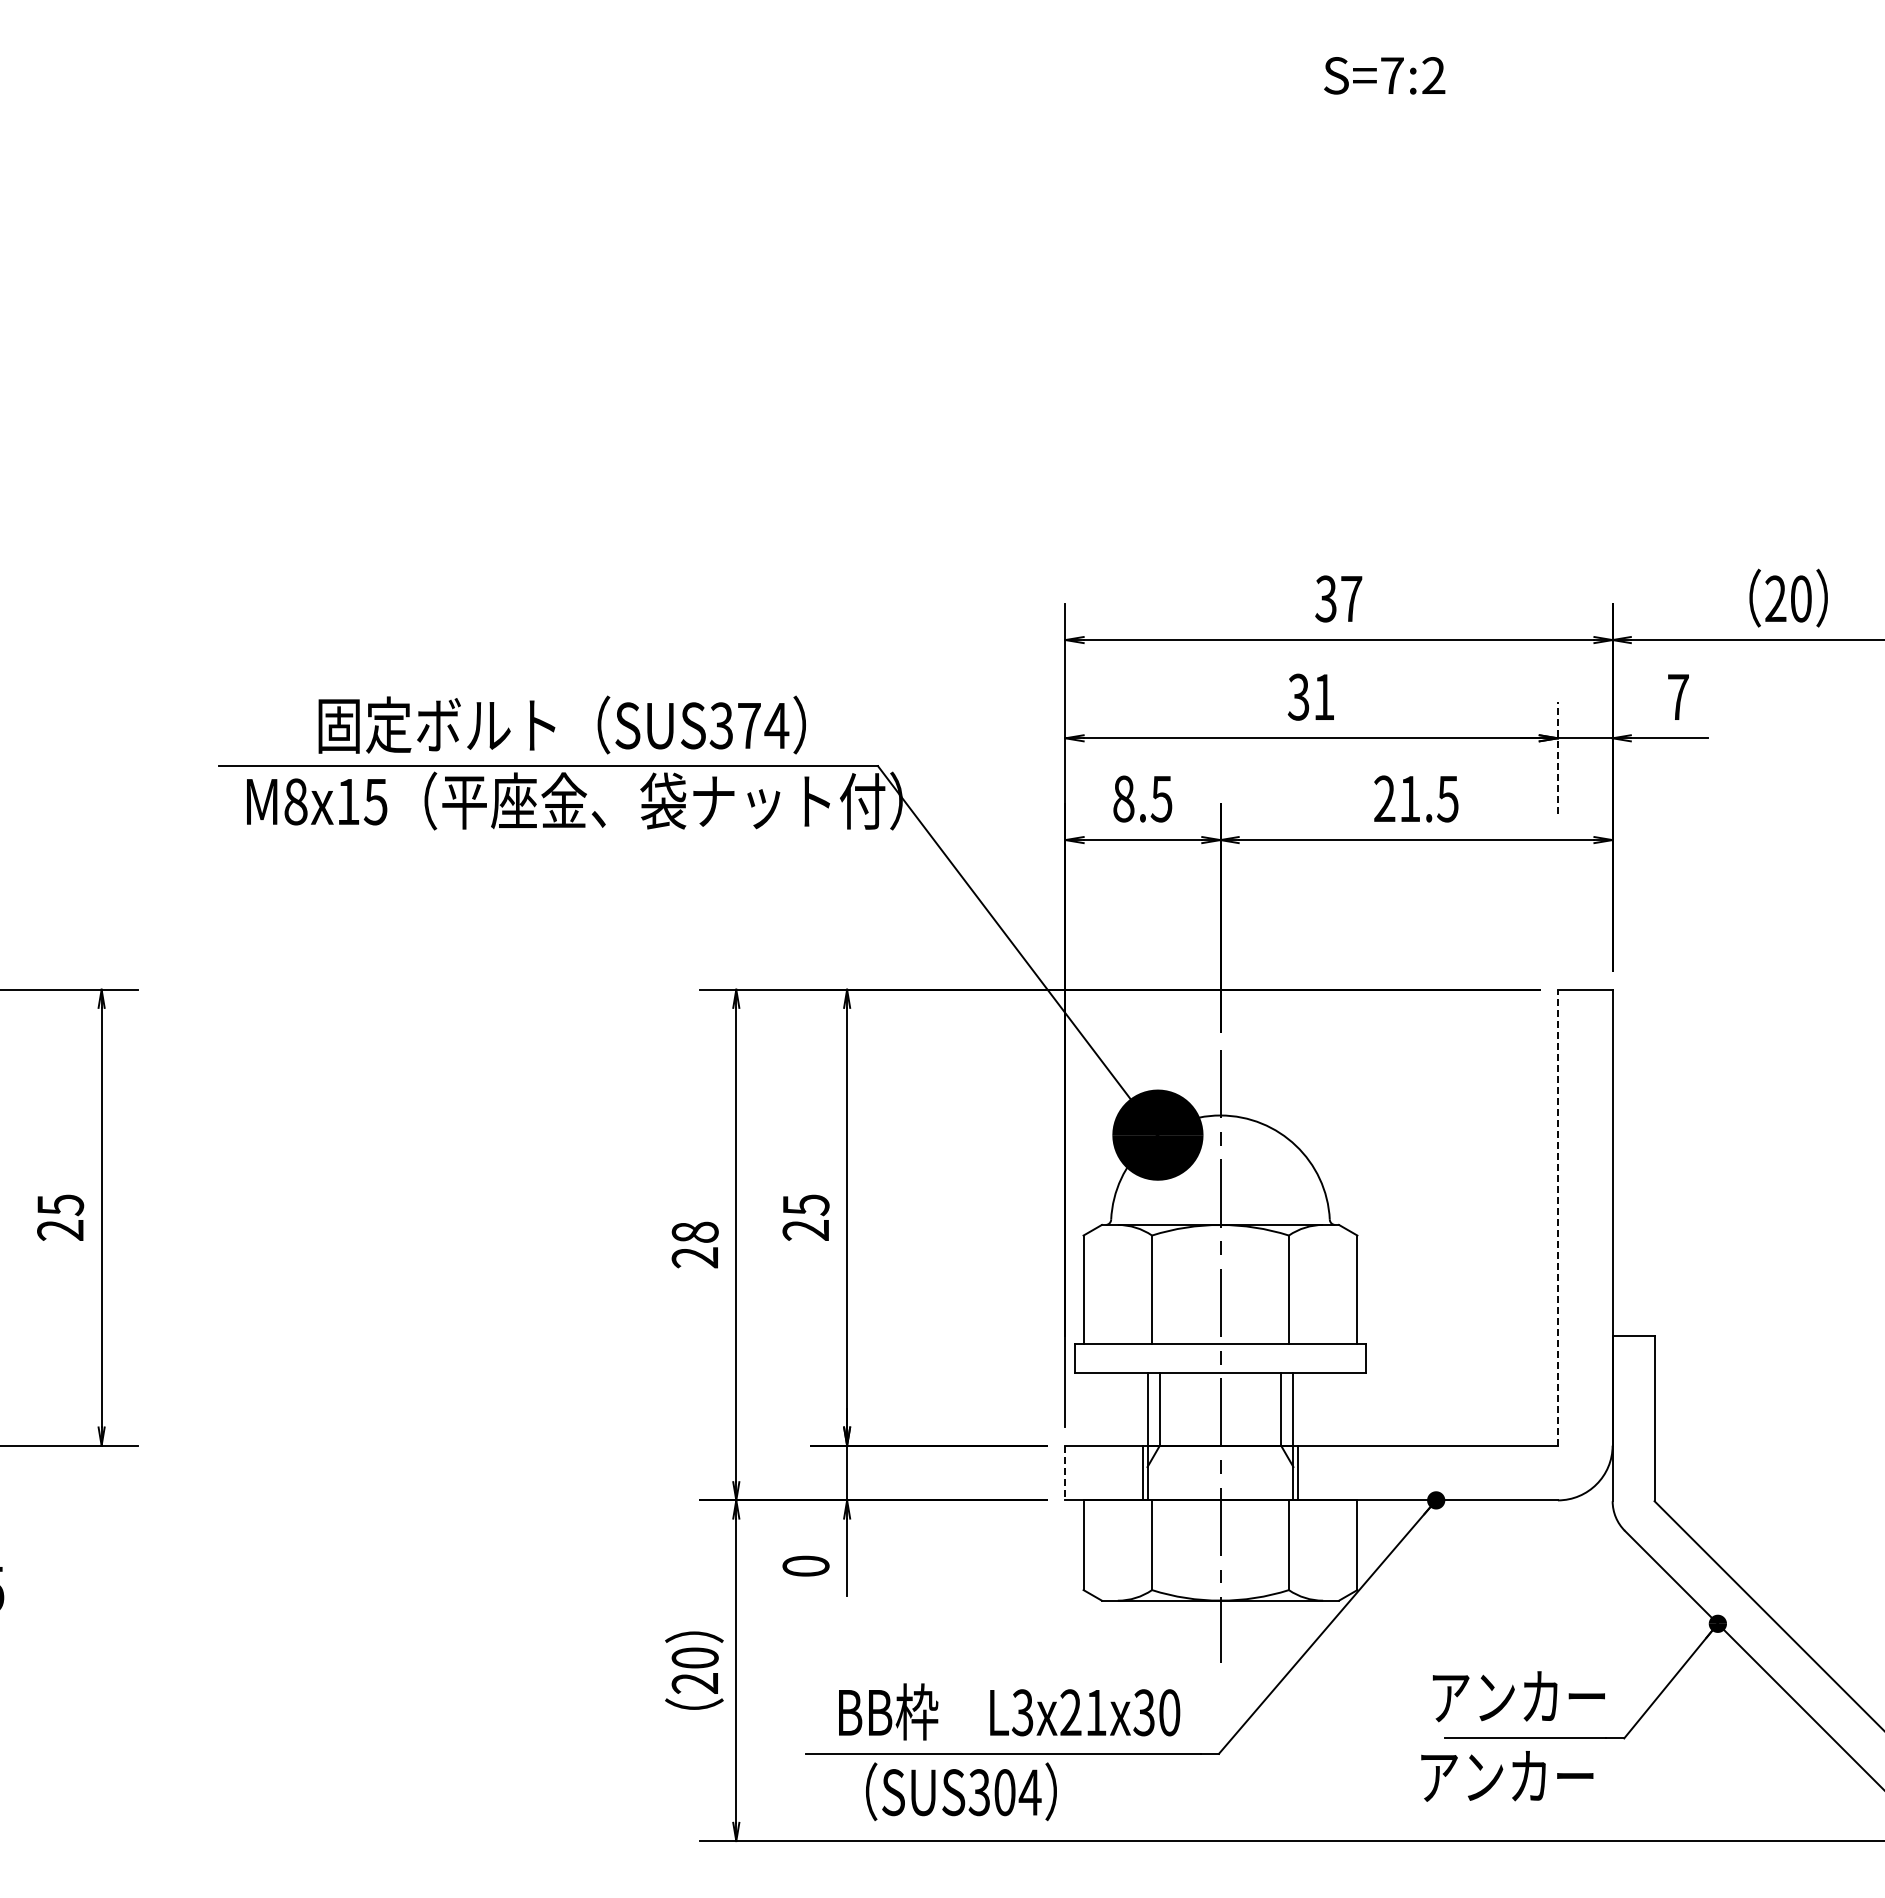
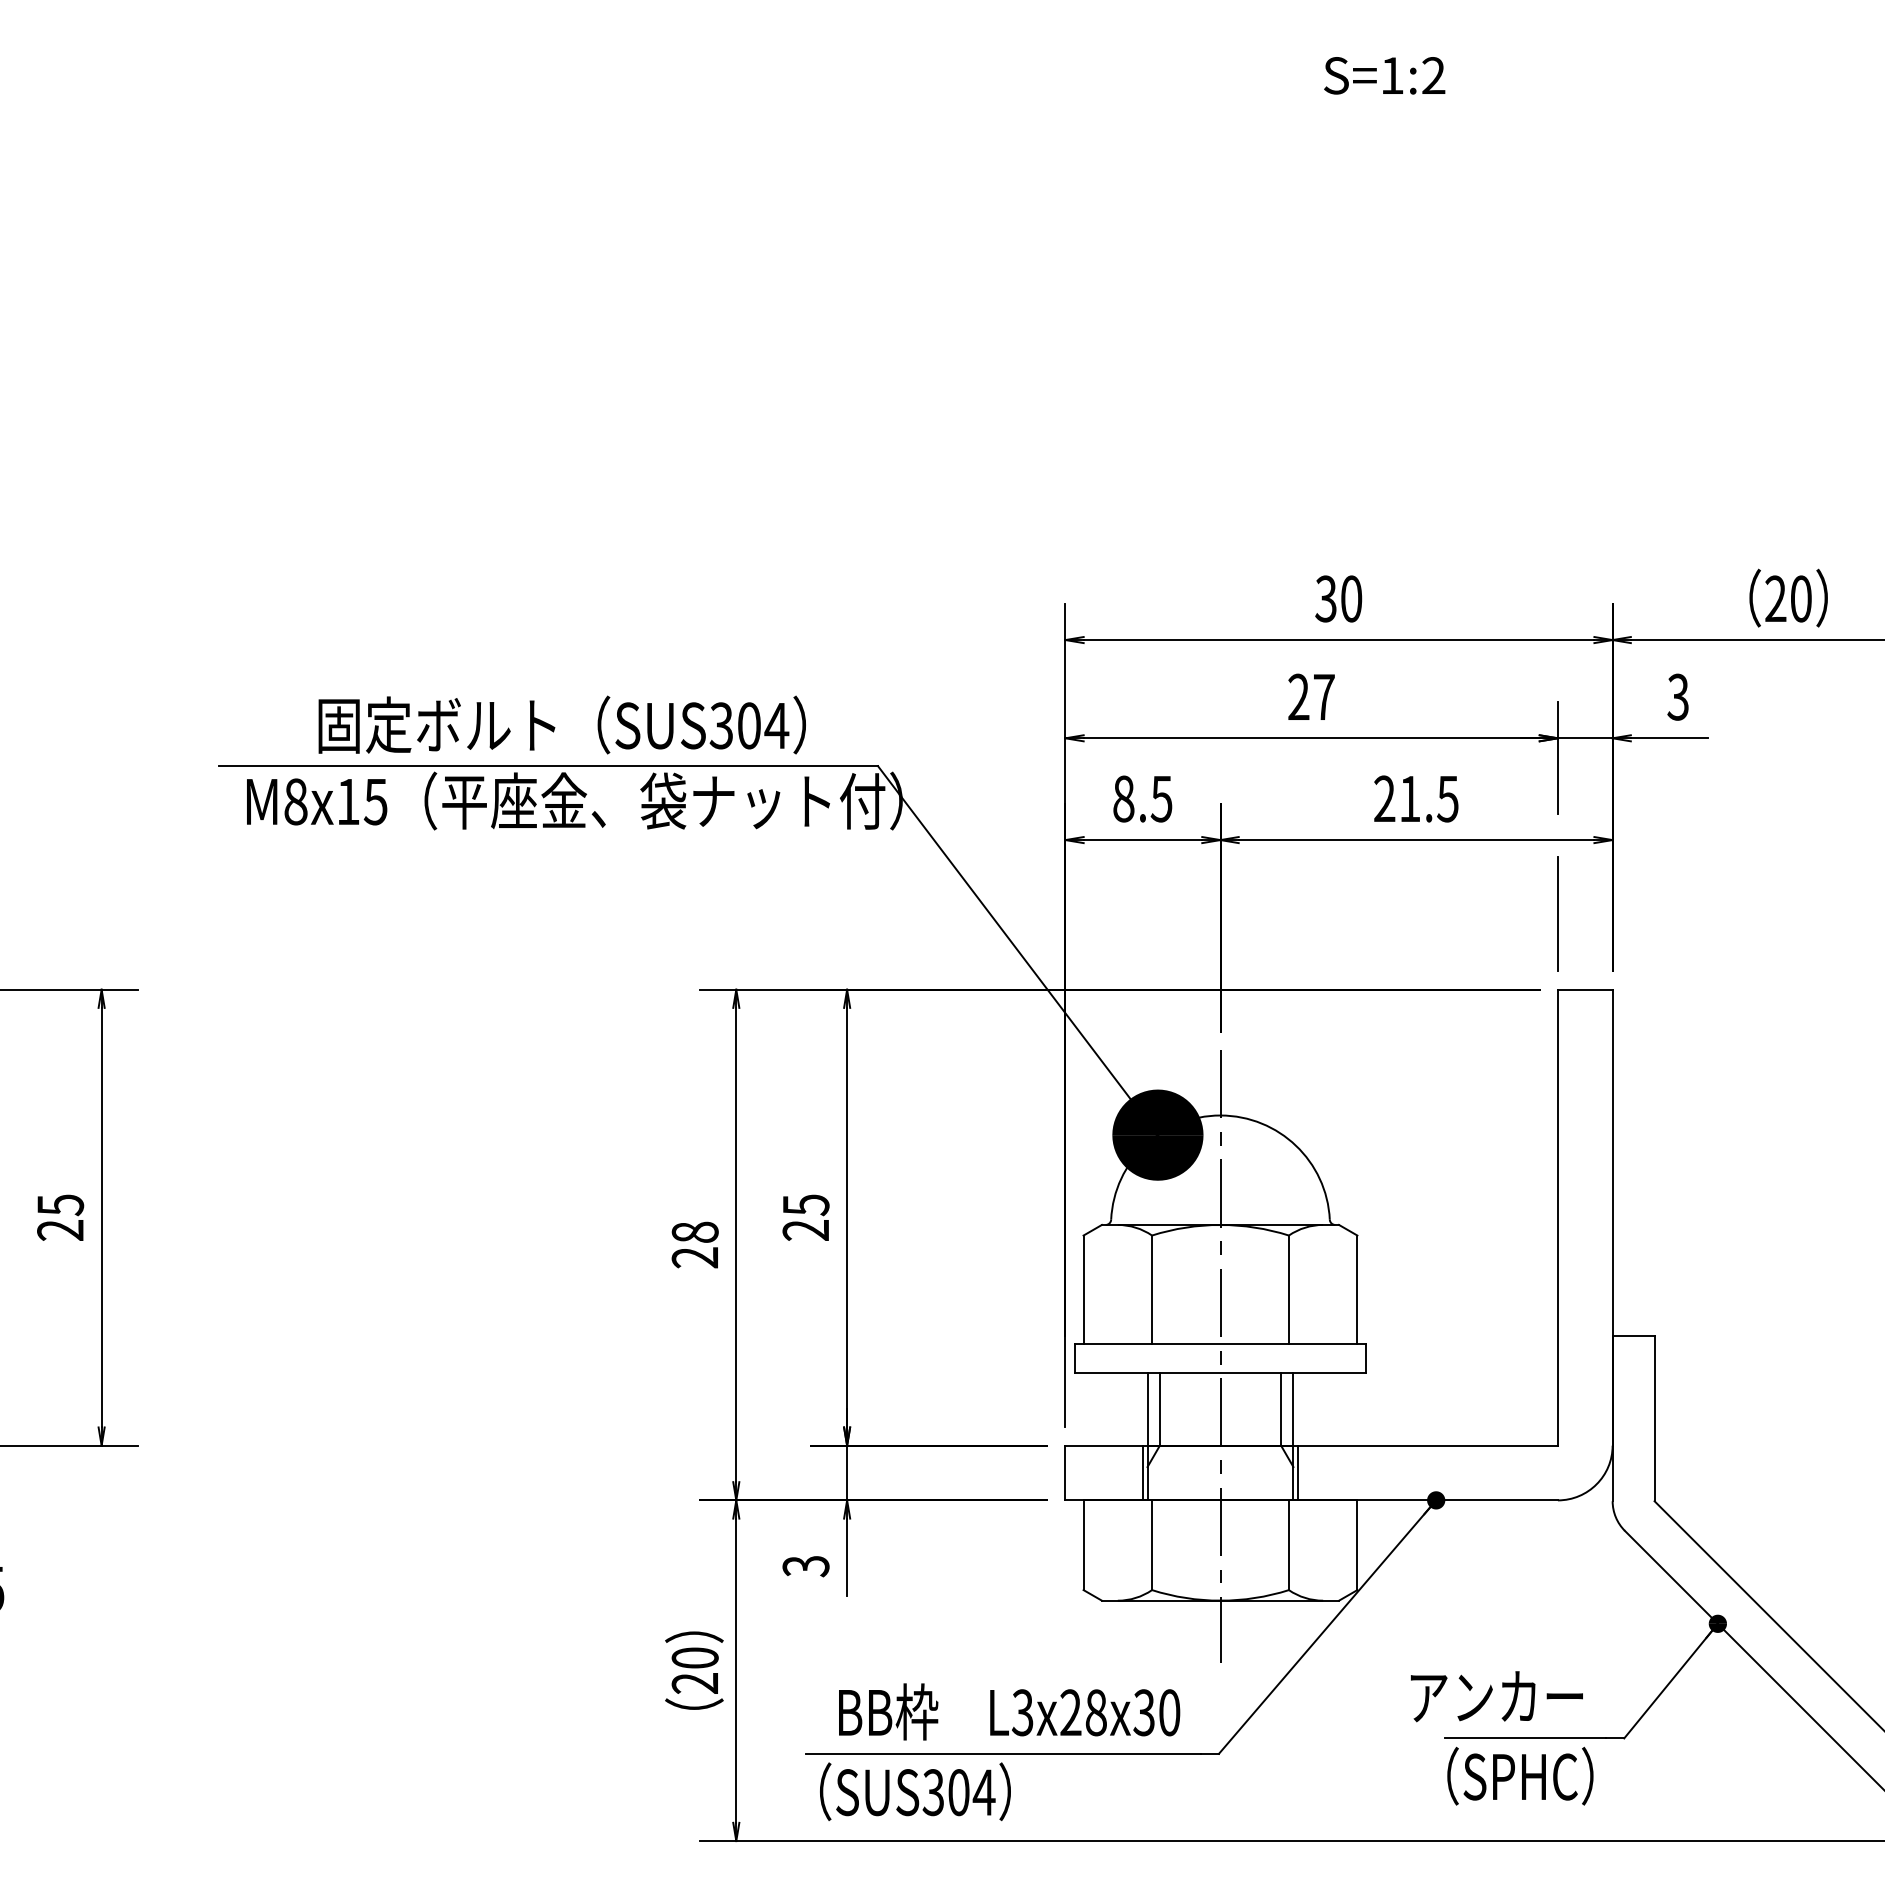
text at (1392, 75): S=7:2 -> S=1:2
text at (1351, 598): 37 -> 30
text at (1677, 696): 7 -> 3
text at (1310, 697): 31 -> 27
text at (749, 725): SUS374 -> SUS304
line at (1557, 757): dashed -> solid
line at (1557, 913): none -> present
line at (1557, 1217): dashed -> solid
line at (1065, 1473): dashed -> solid
text at (805, 1566): 0 -> 3
text at (1518, 1696) position: (1518, 1696) -> (1496, 1696)
text at (1095, 1712): L3x21x30 -> L3x28x30
text at (1507, 1775): アンカー -> （SPHC）
text at (961, 1791) position: (961, 1791) -> (915, 1791)
